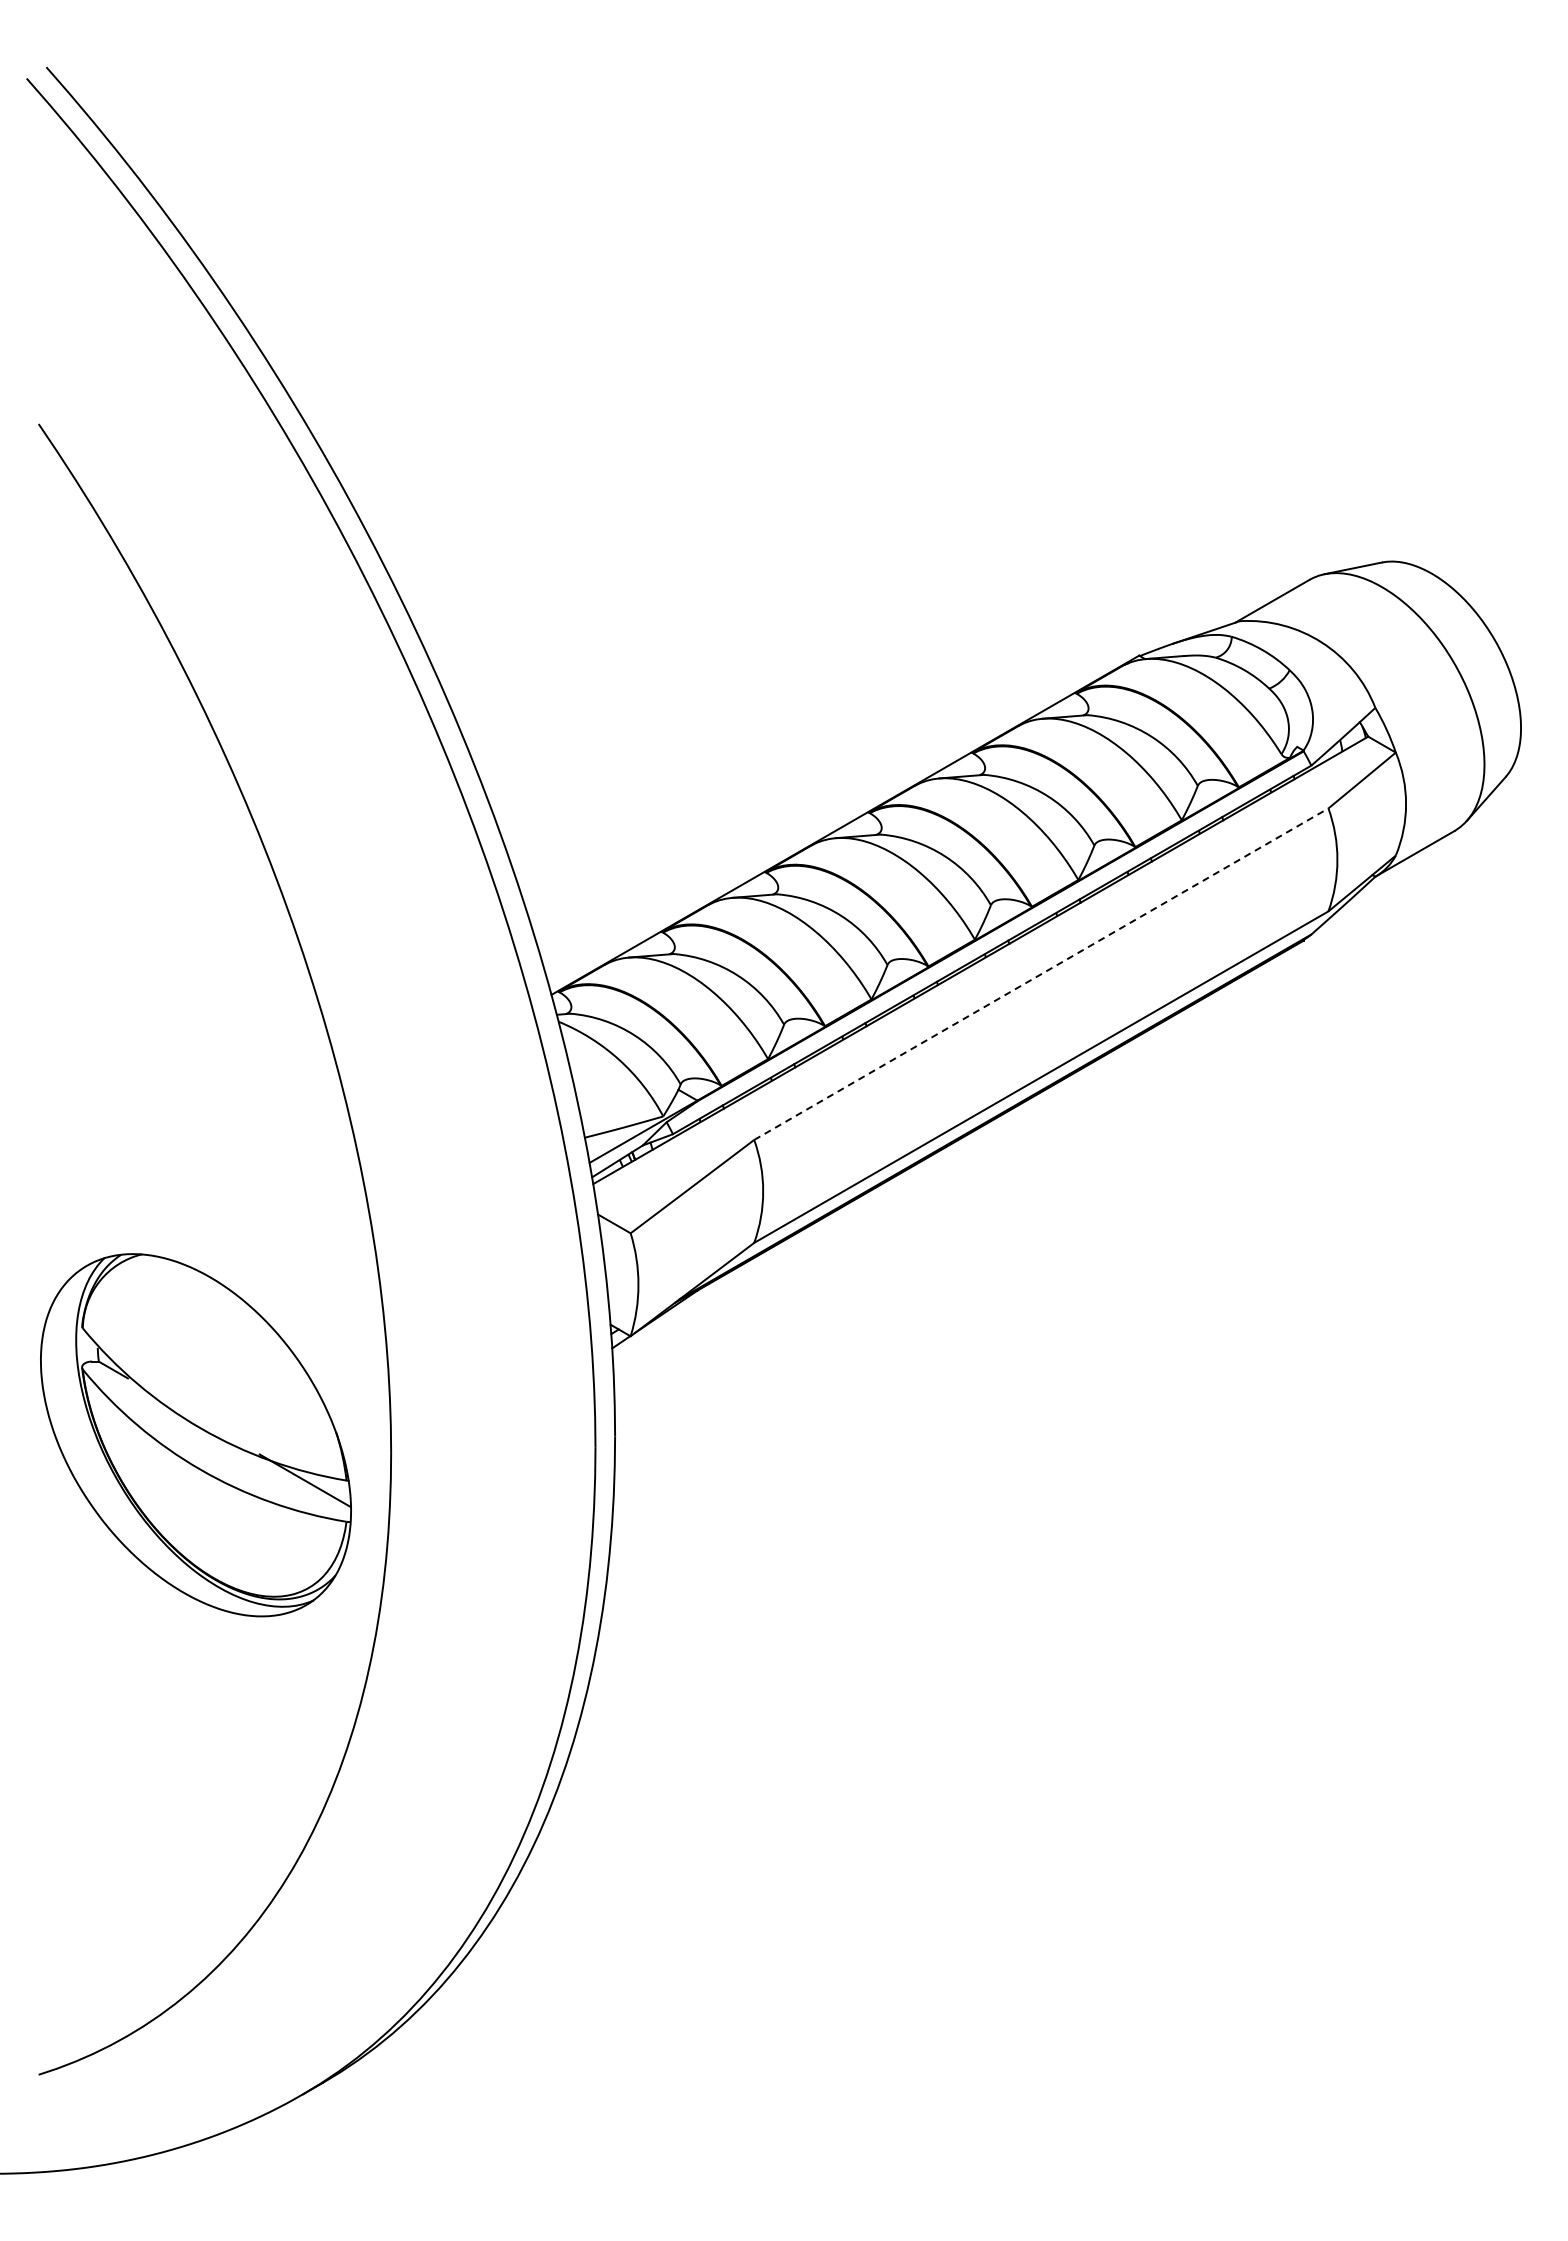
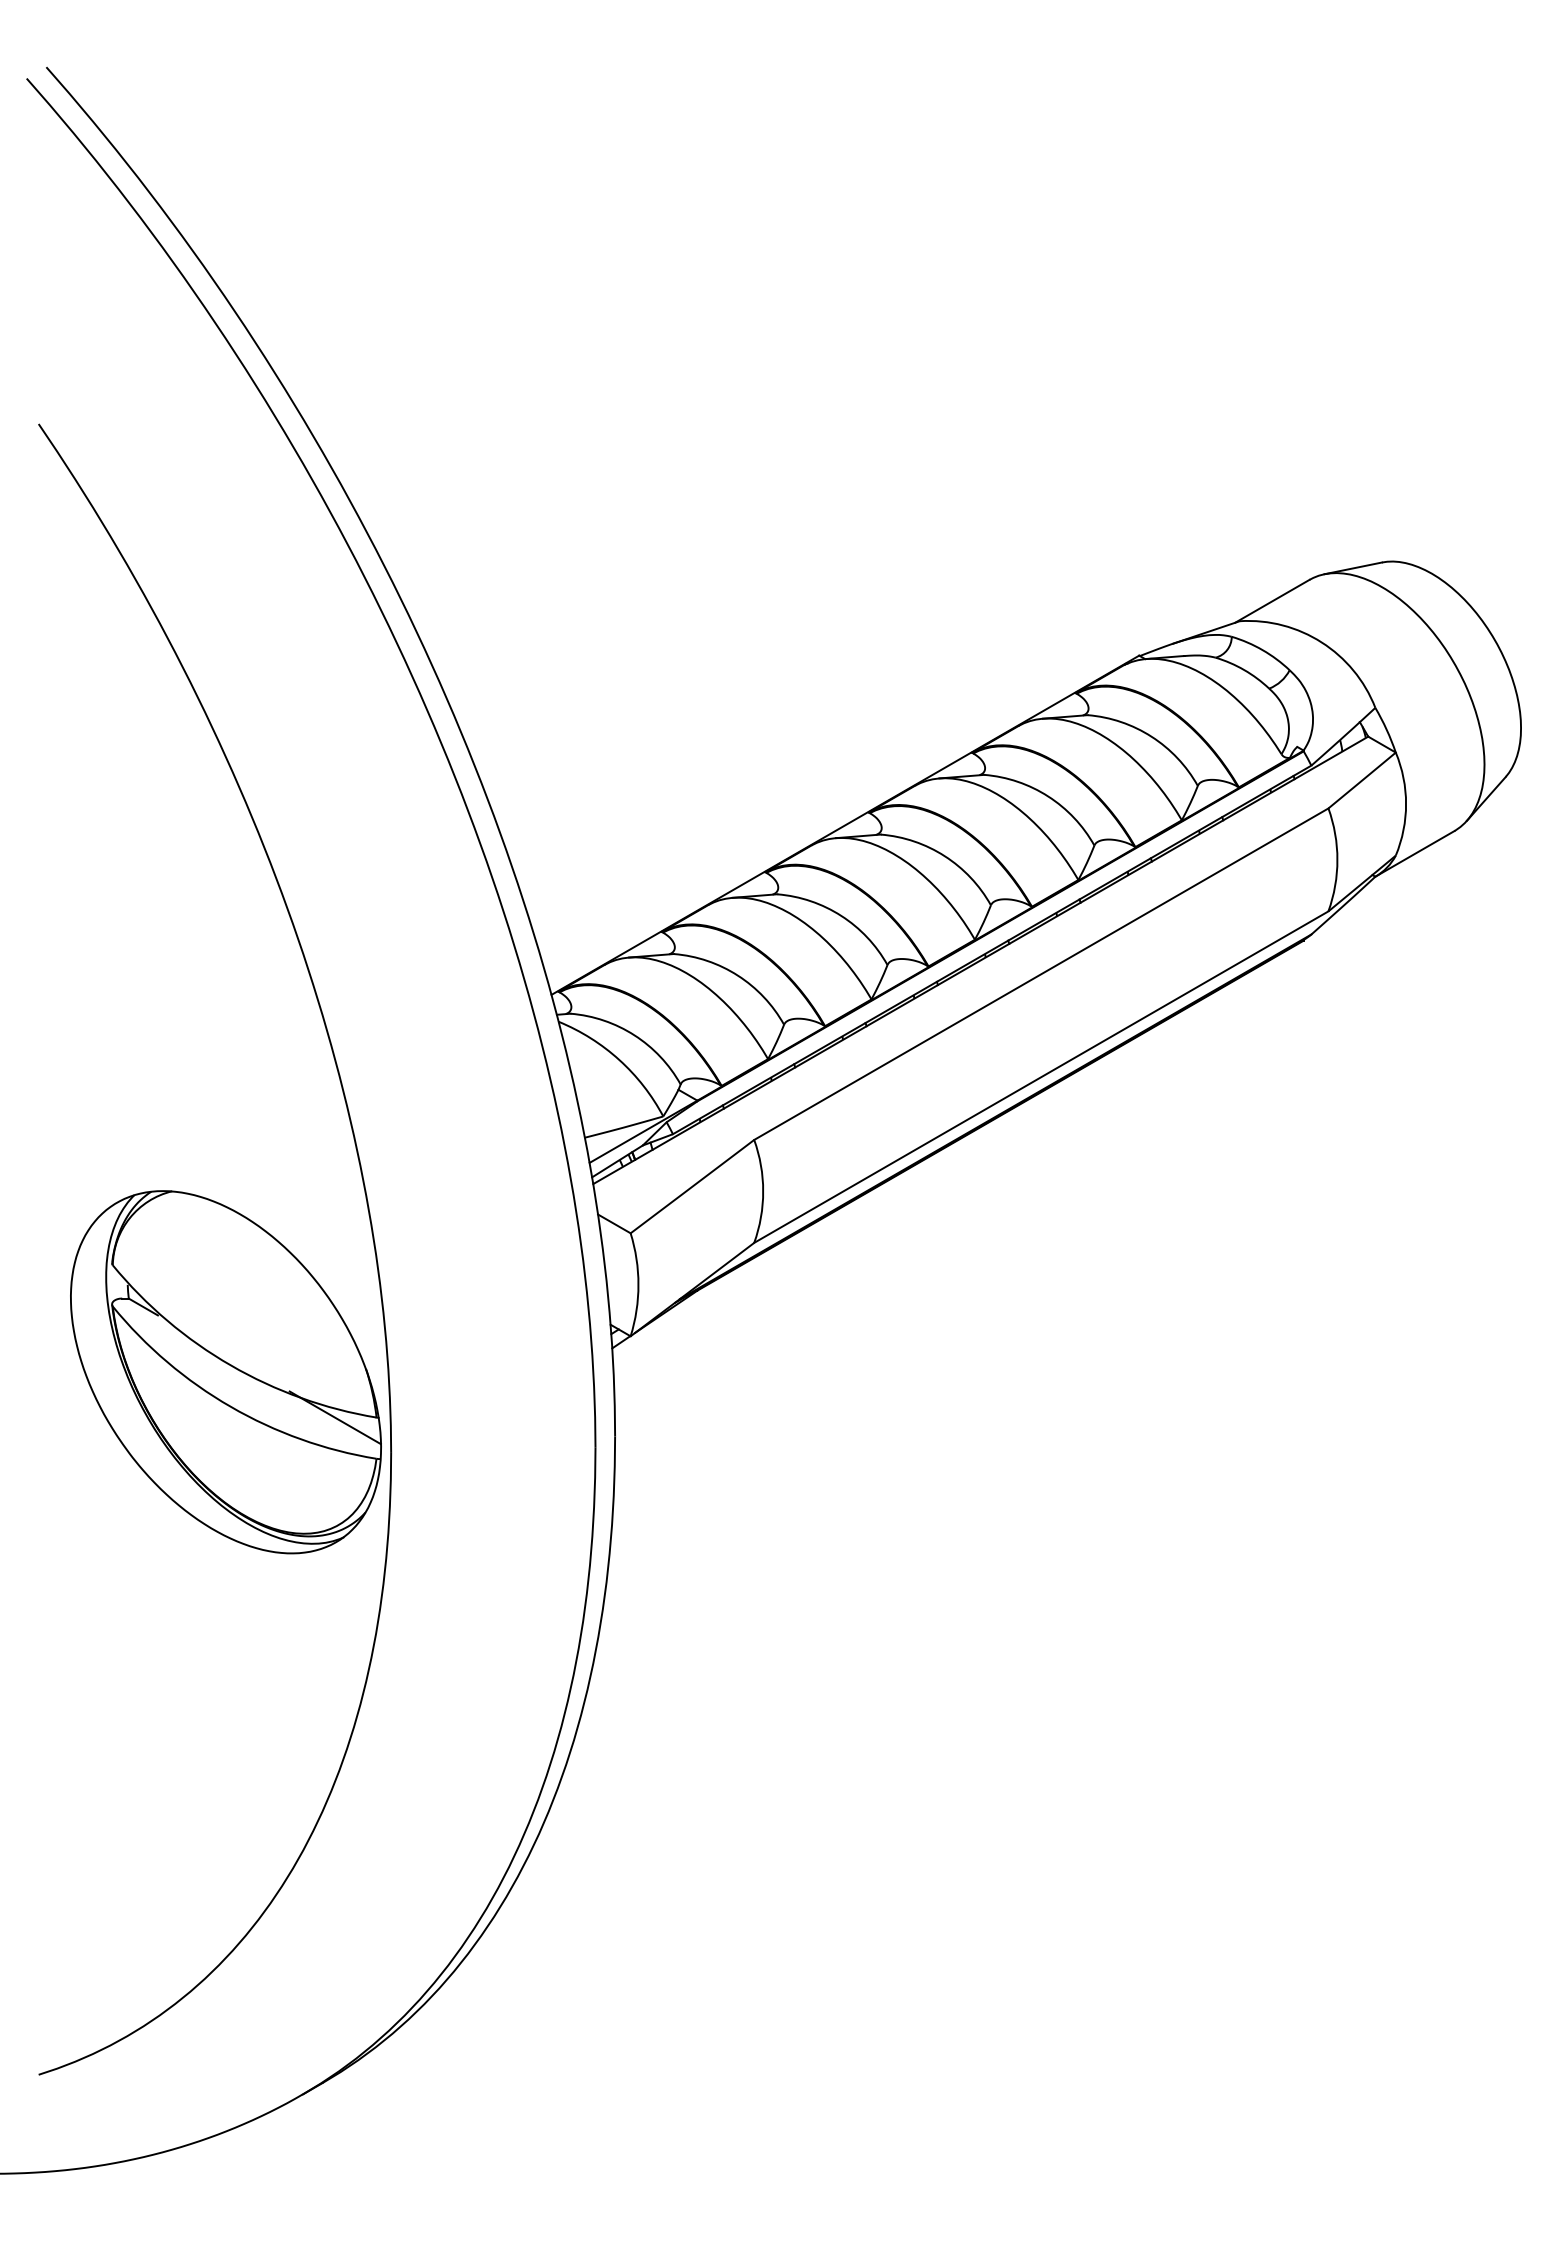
line at (1041, 974): dashed -> solid
part at (195, 1435) position: (195, 1435) -> (225, 1372)
